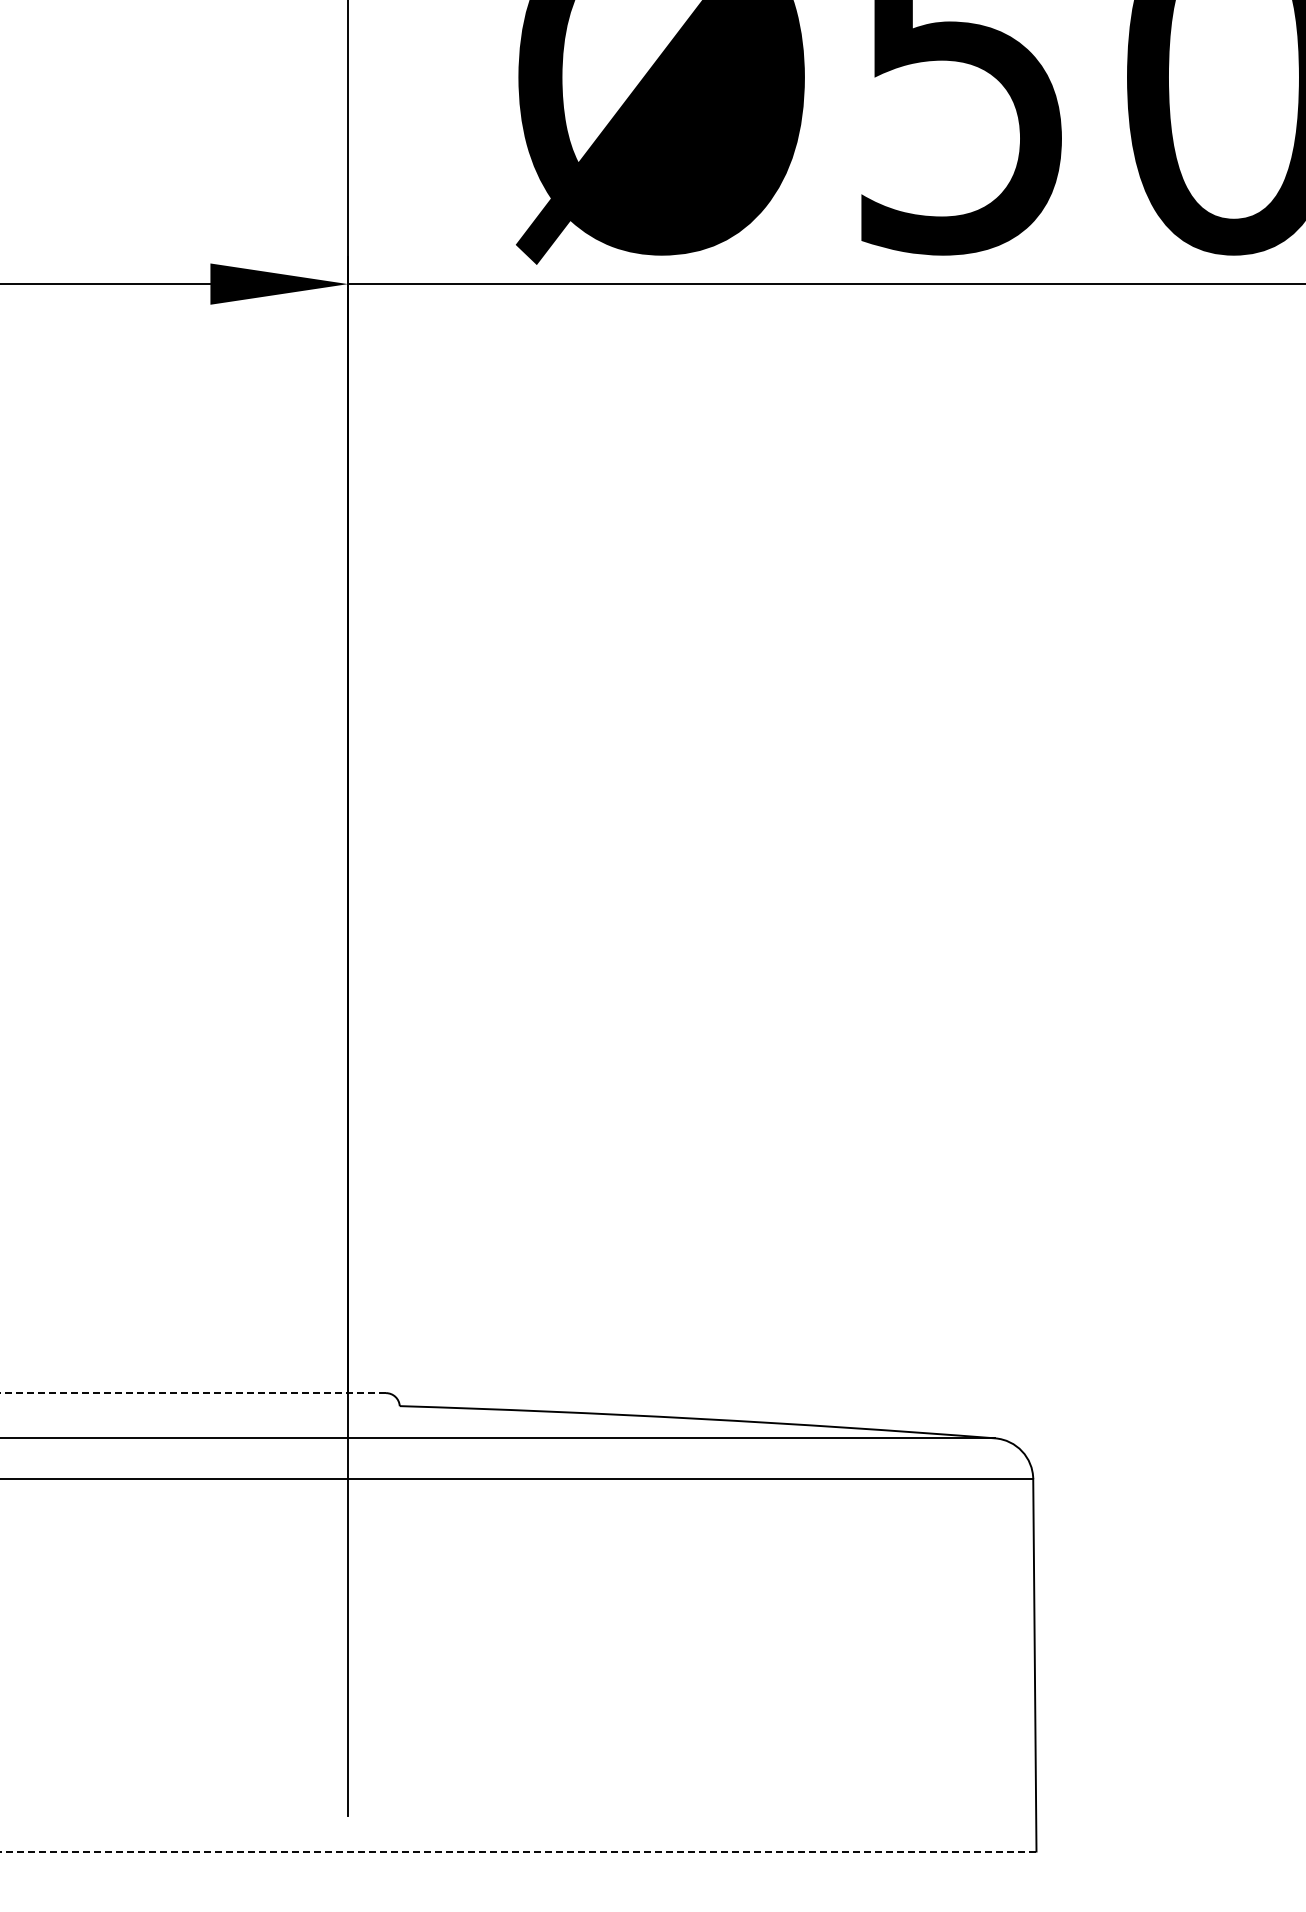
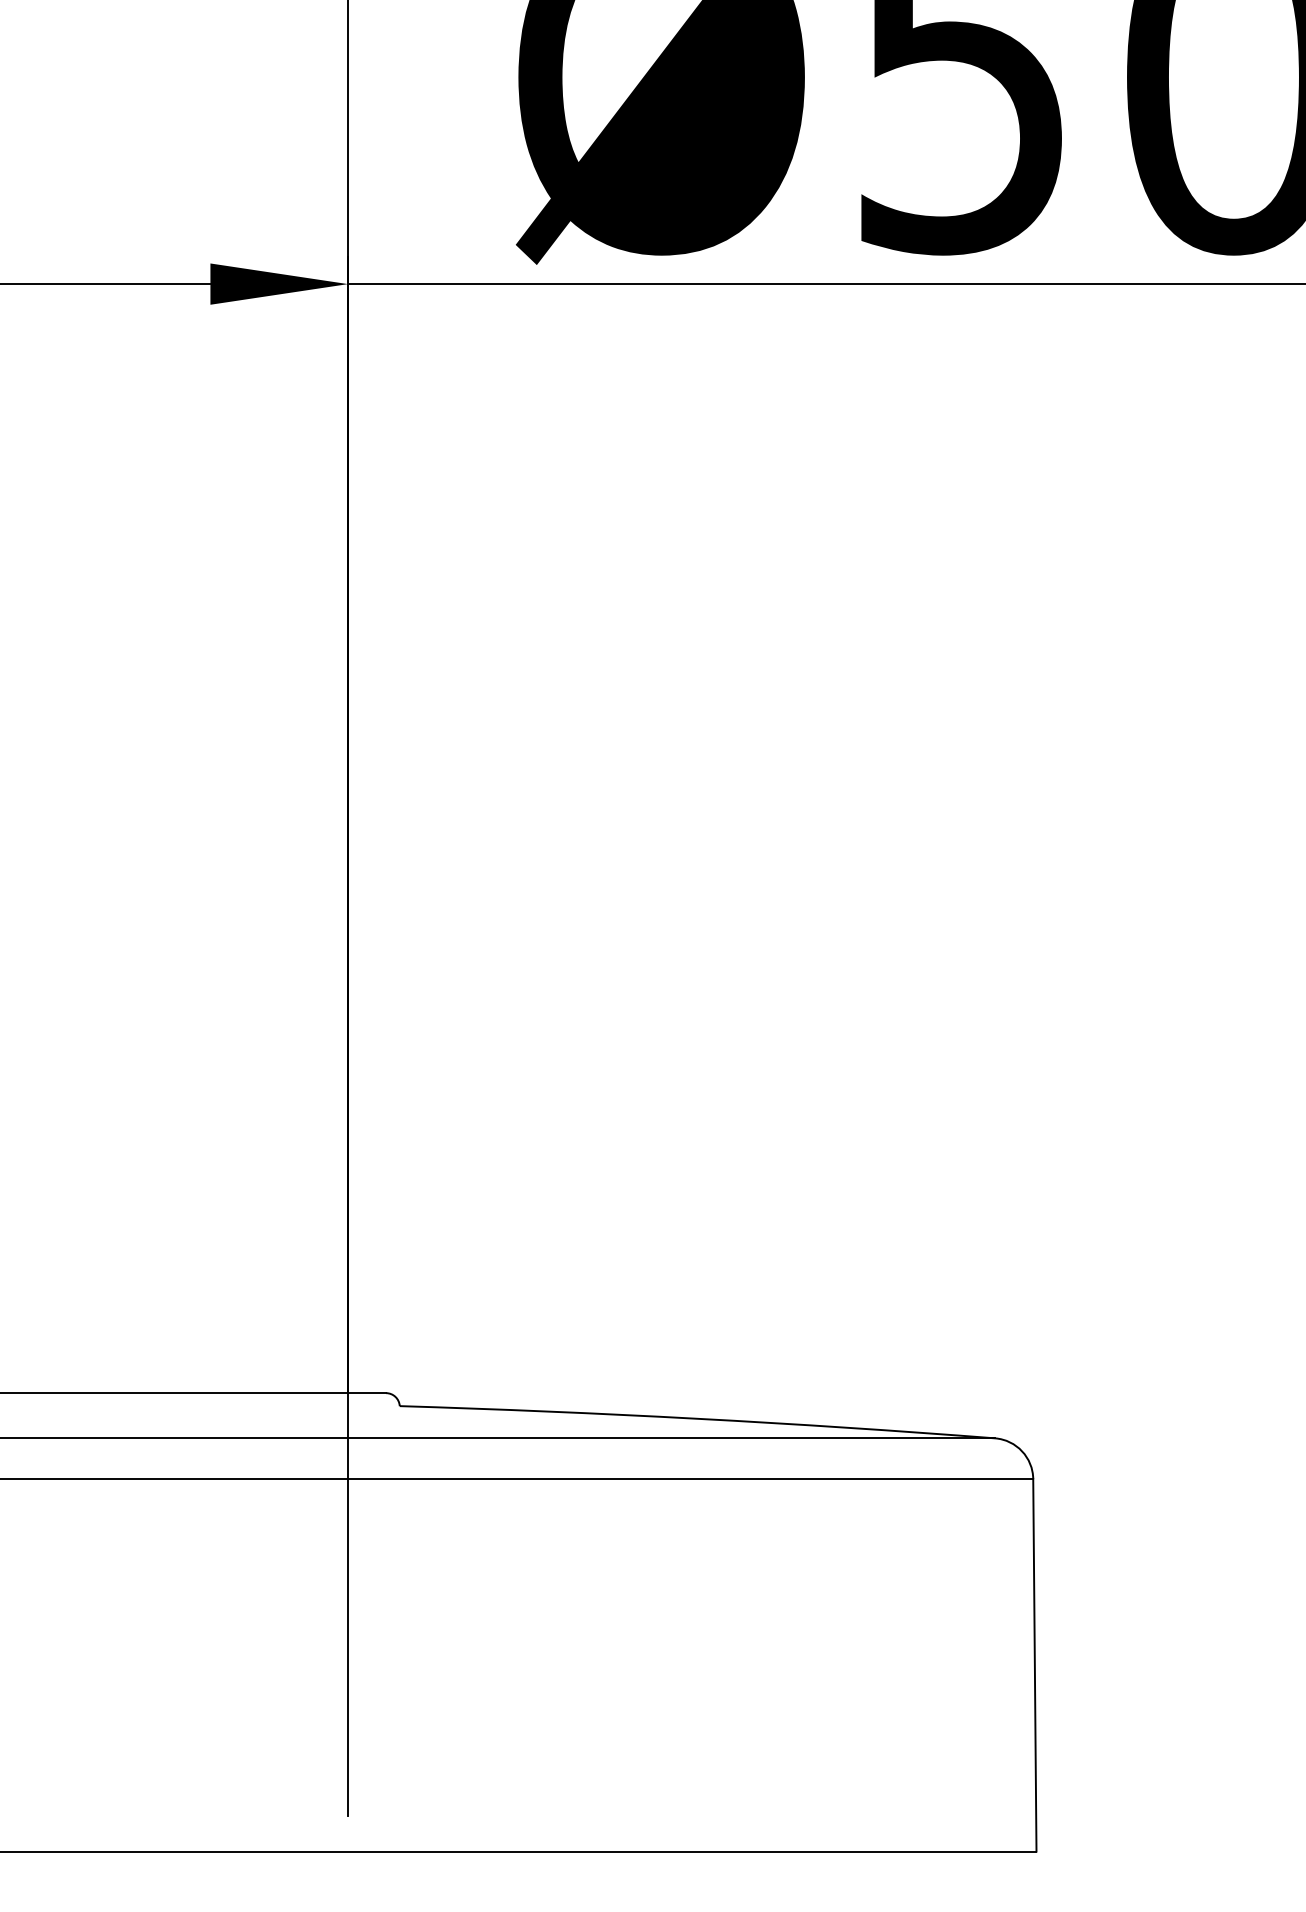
line at (193, 1393): dashed -> solid
line at (518, 1851): dashed -> solid
